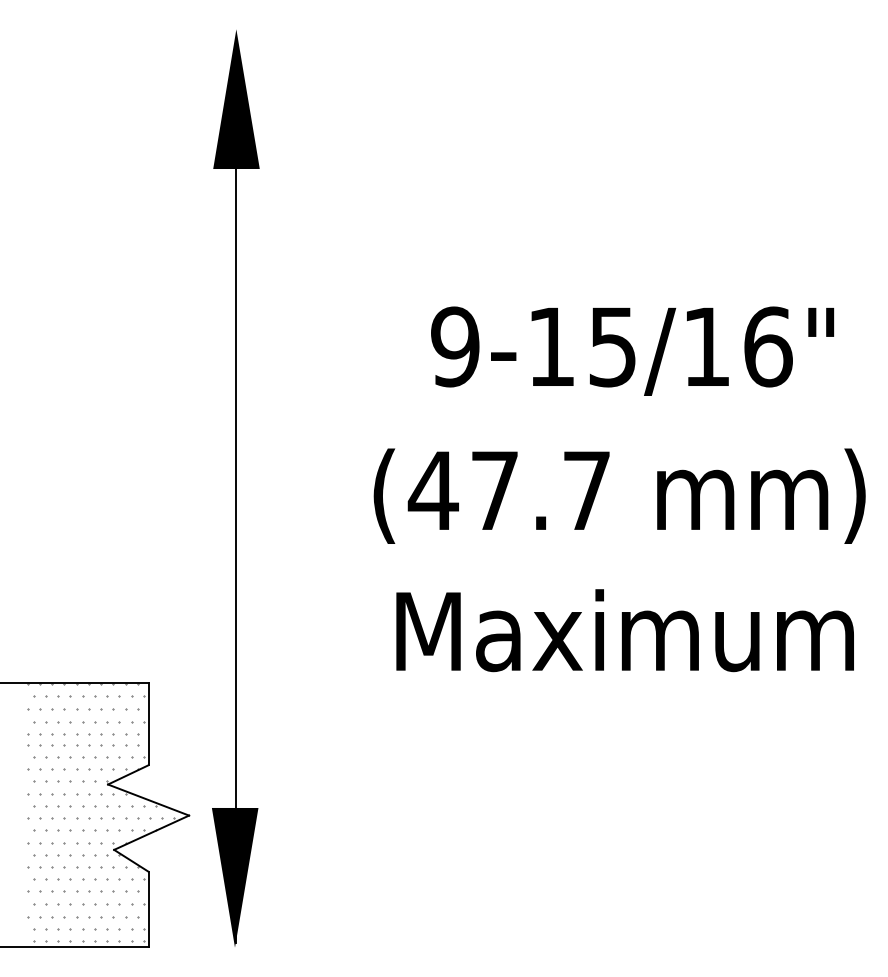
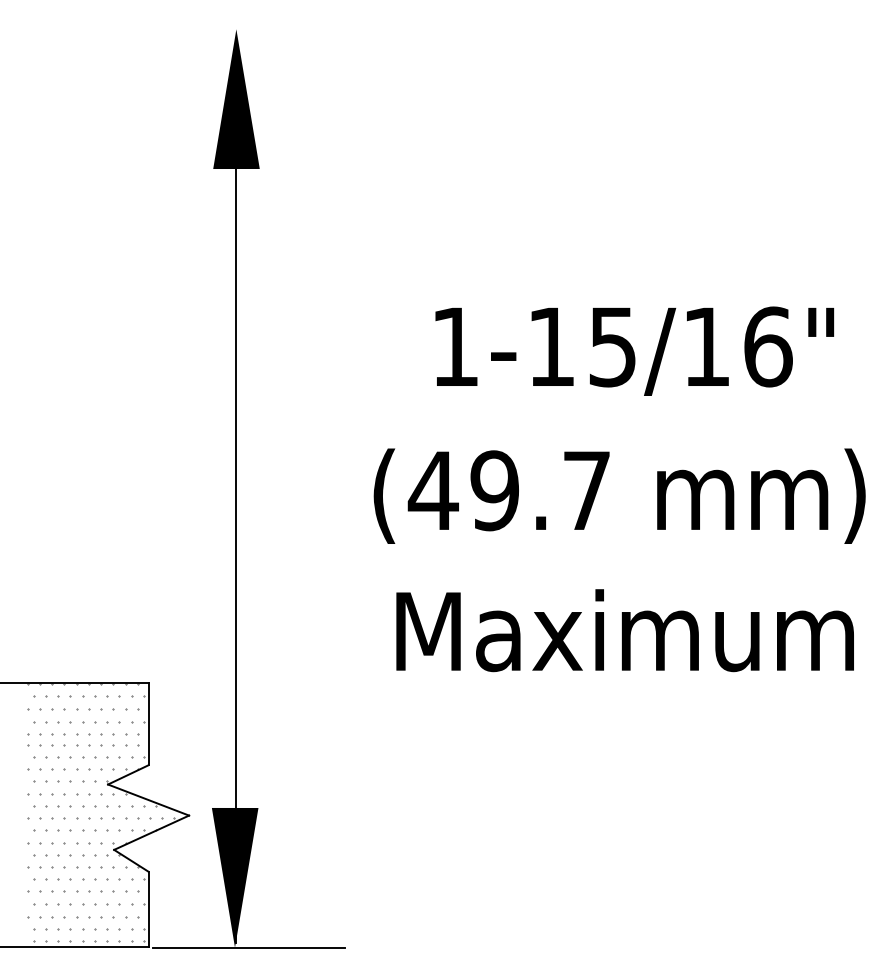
text at (455, 346): 9-15/16" -> 1-15/16"
text at (494, 490): (47.7 -> (49.7
line at (248, 947): none -> present
